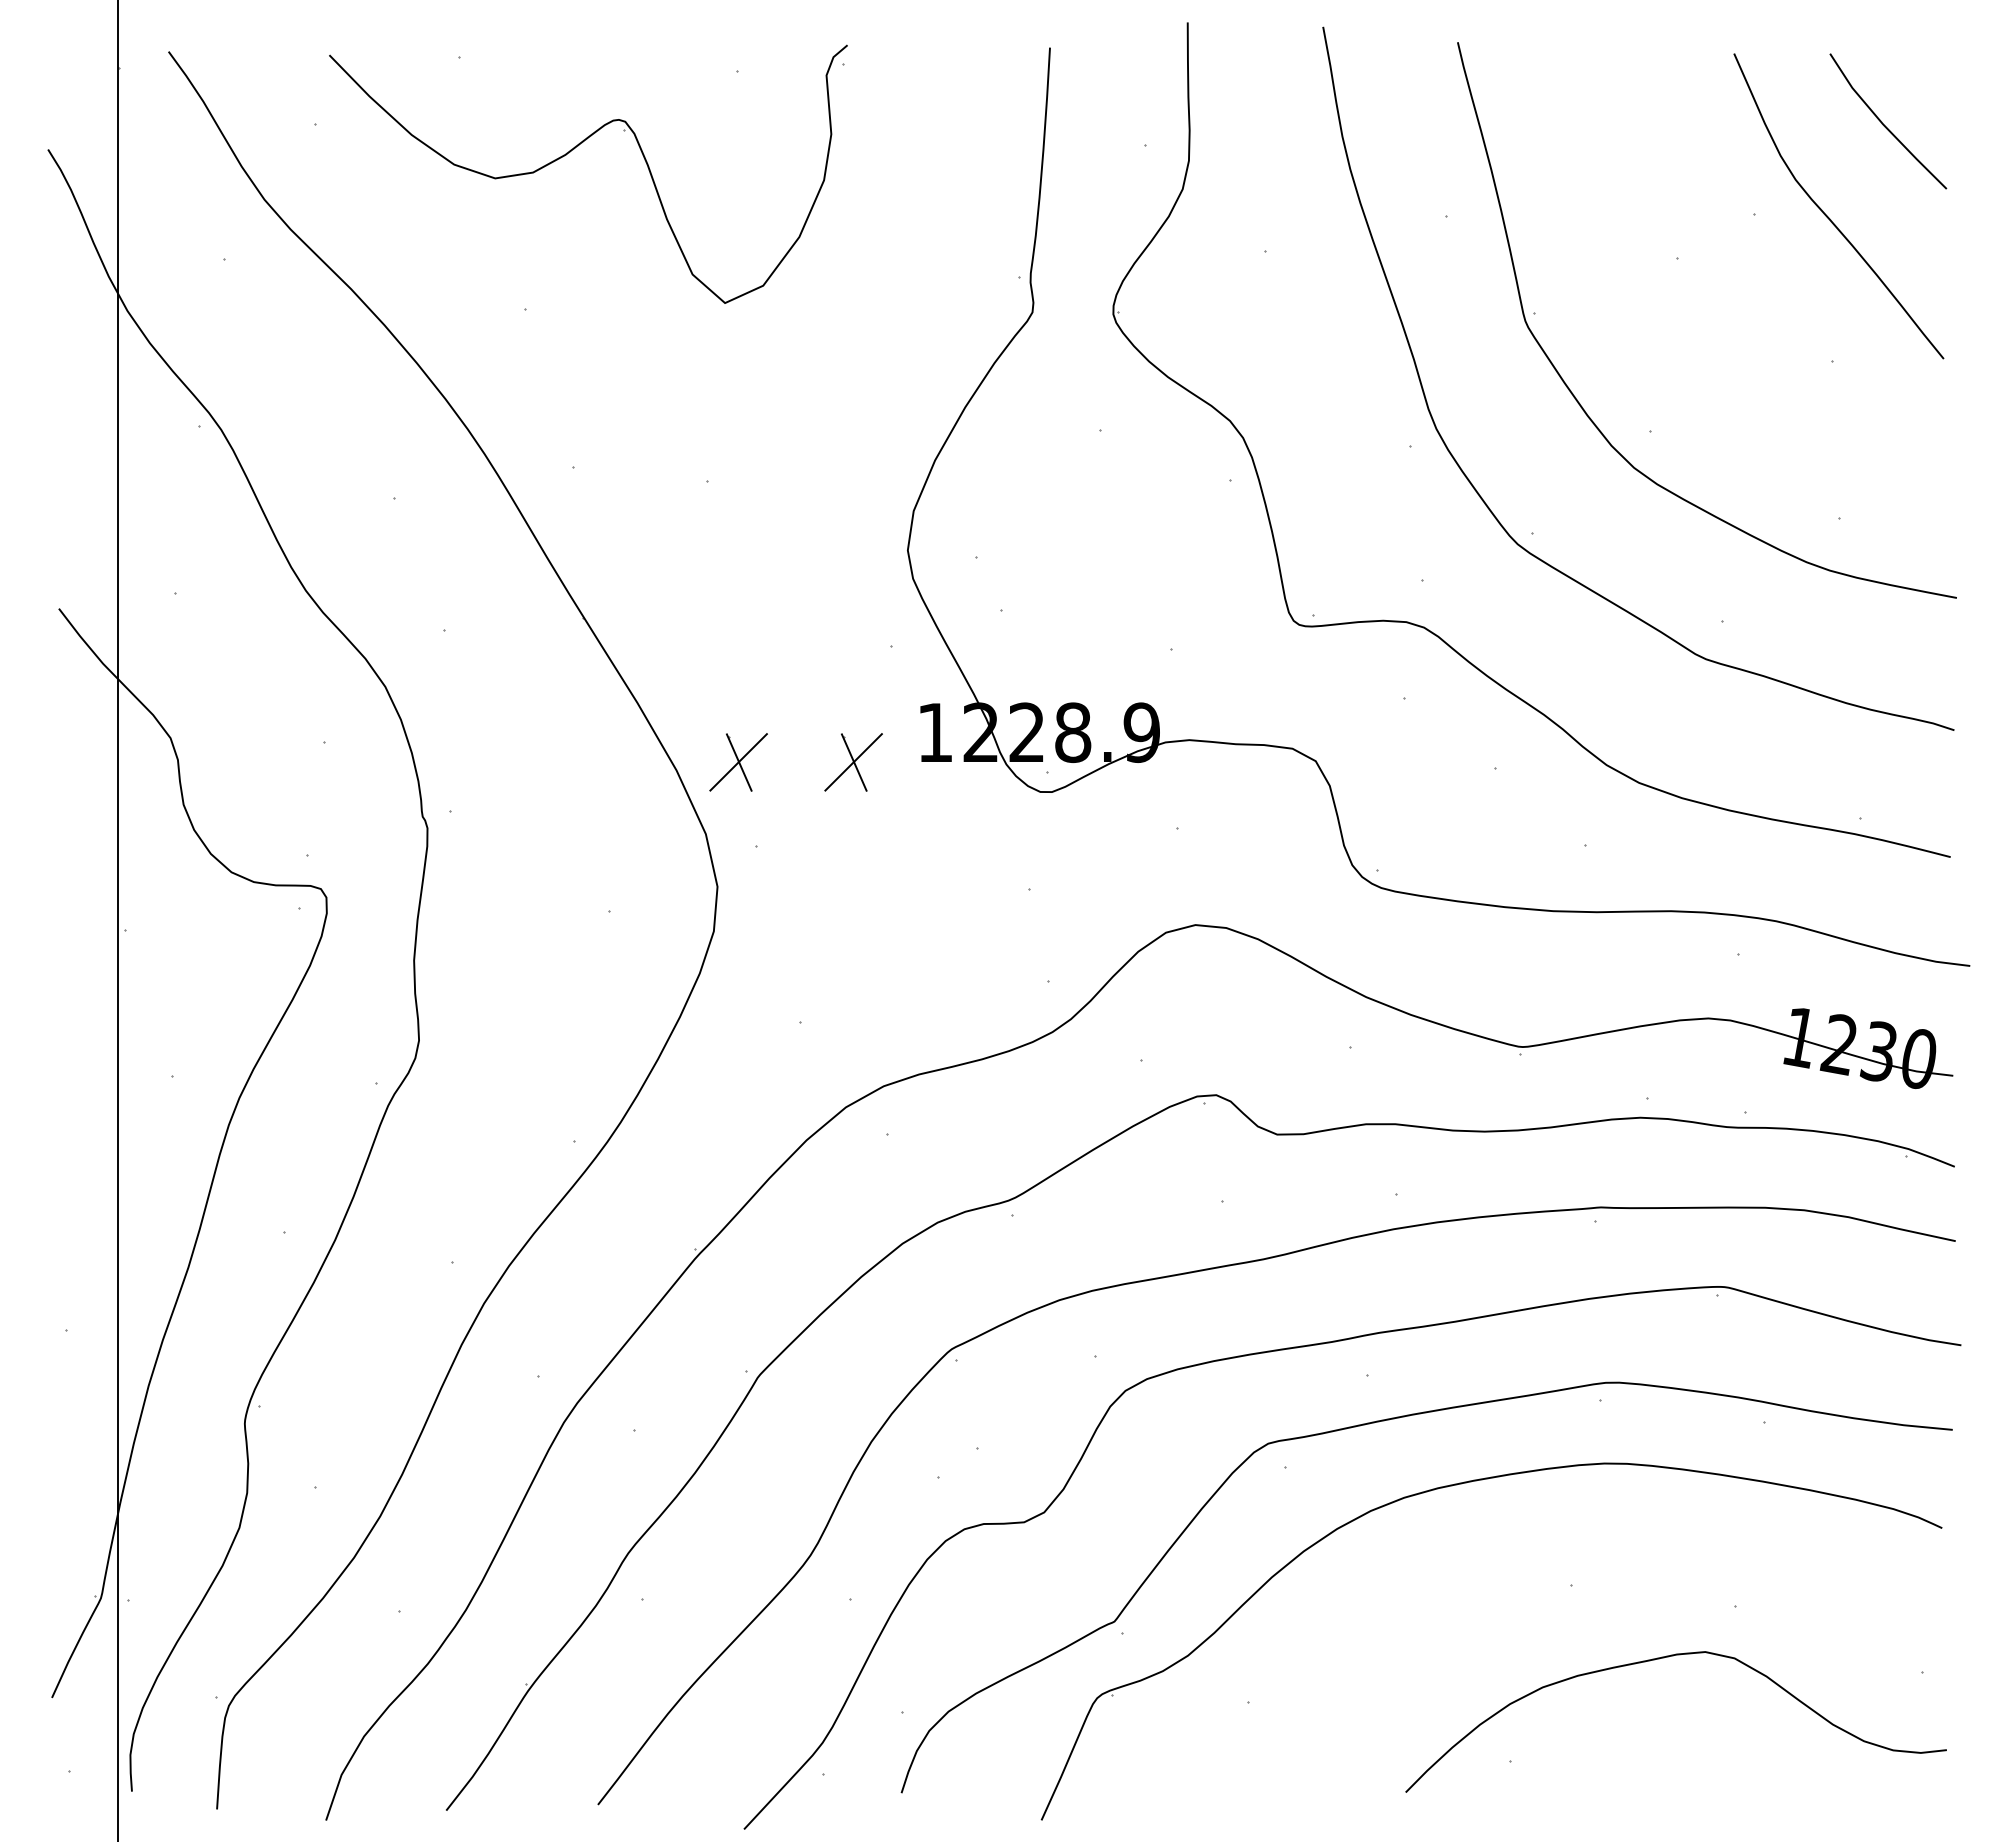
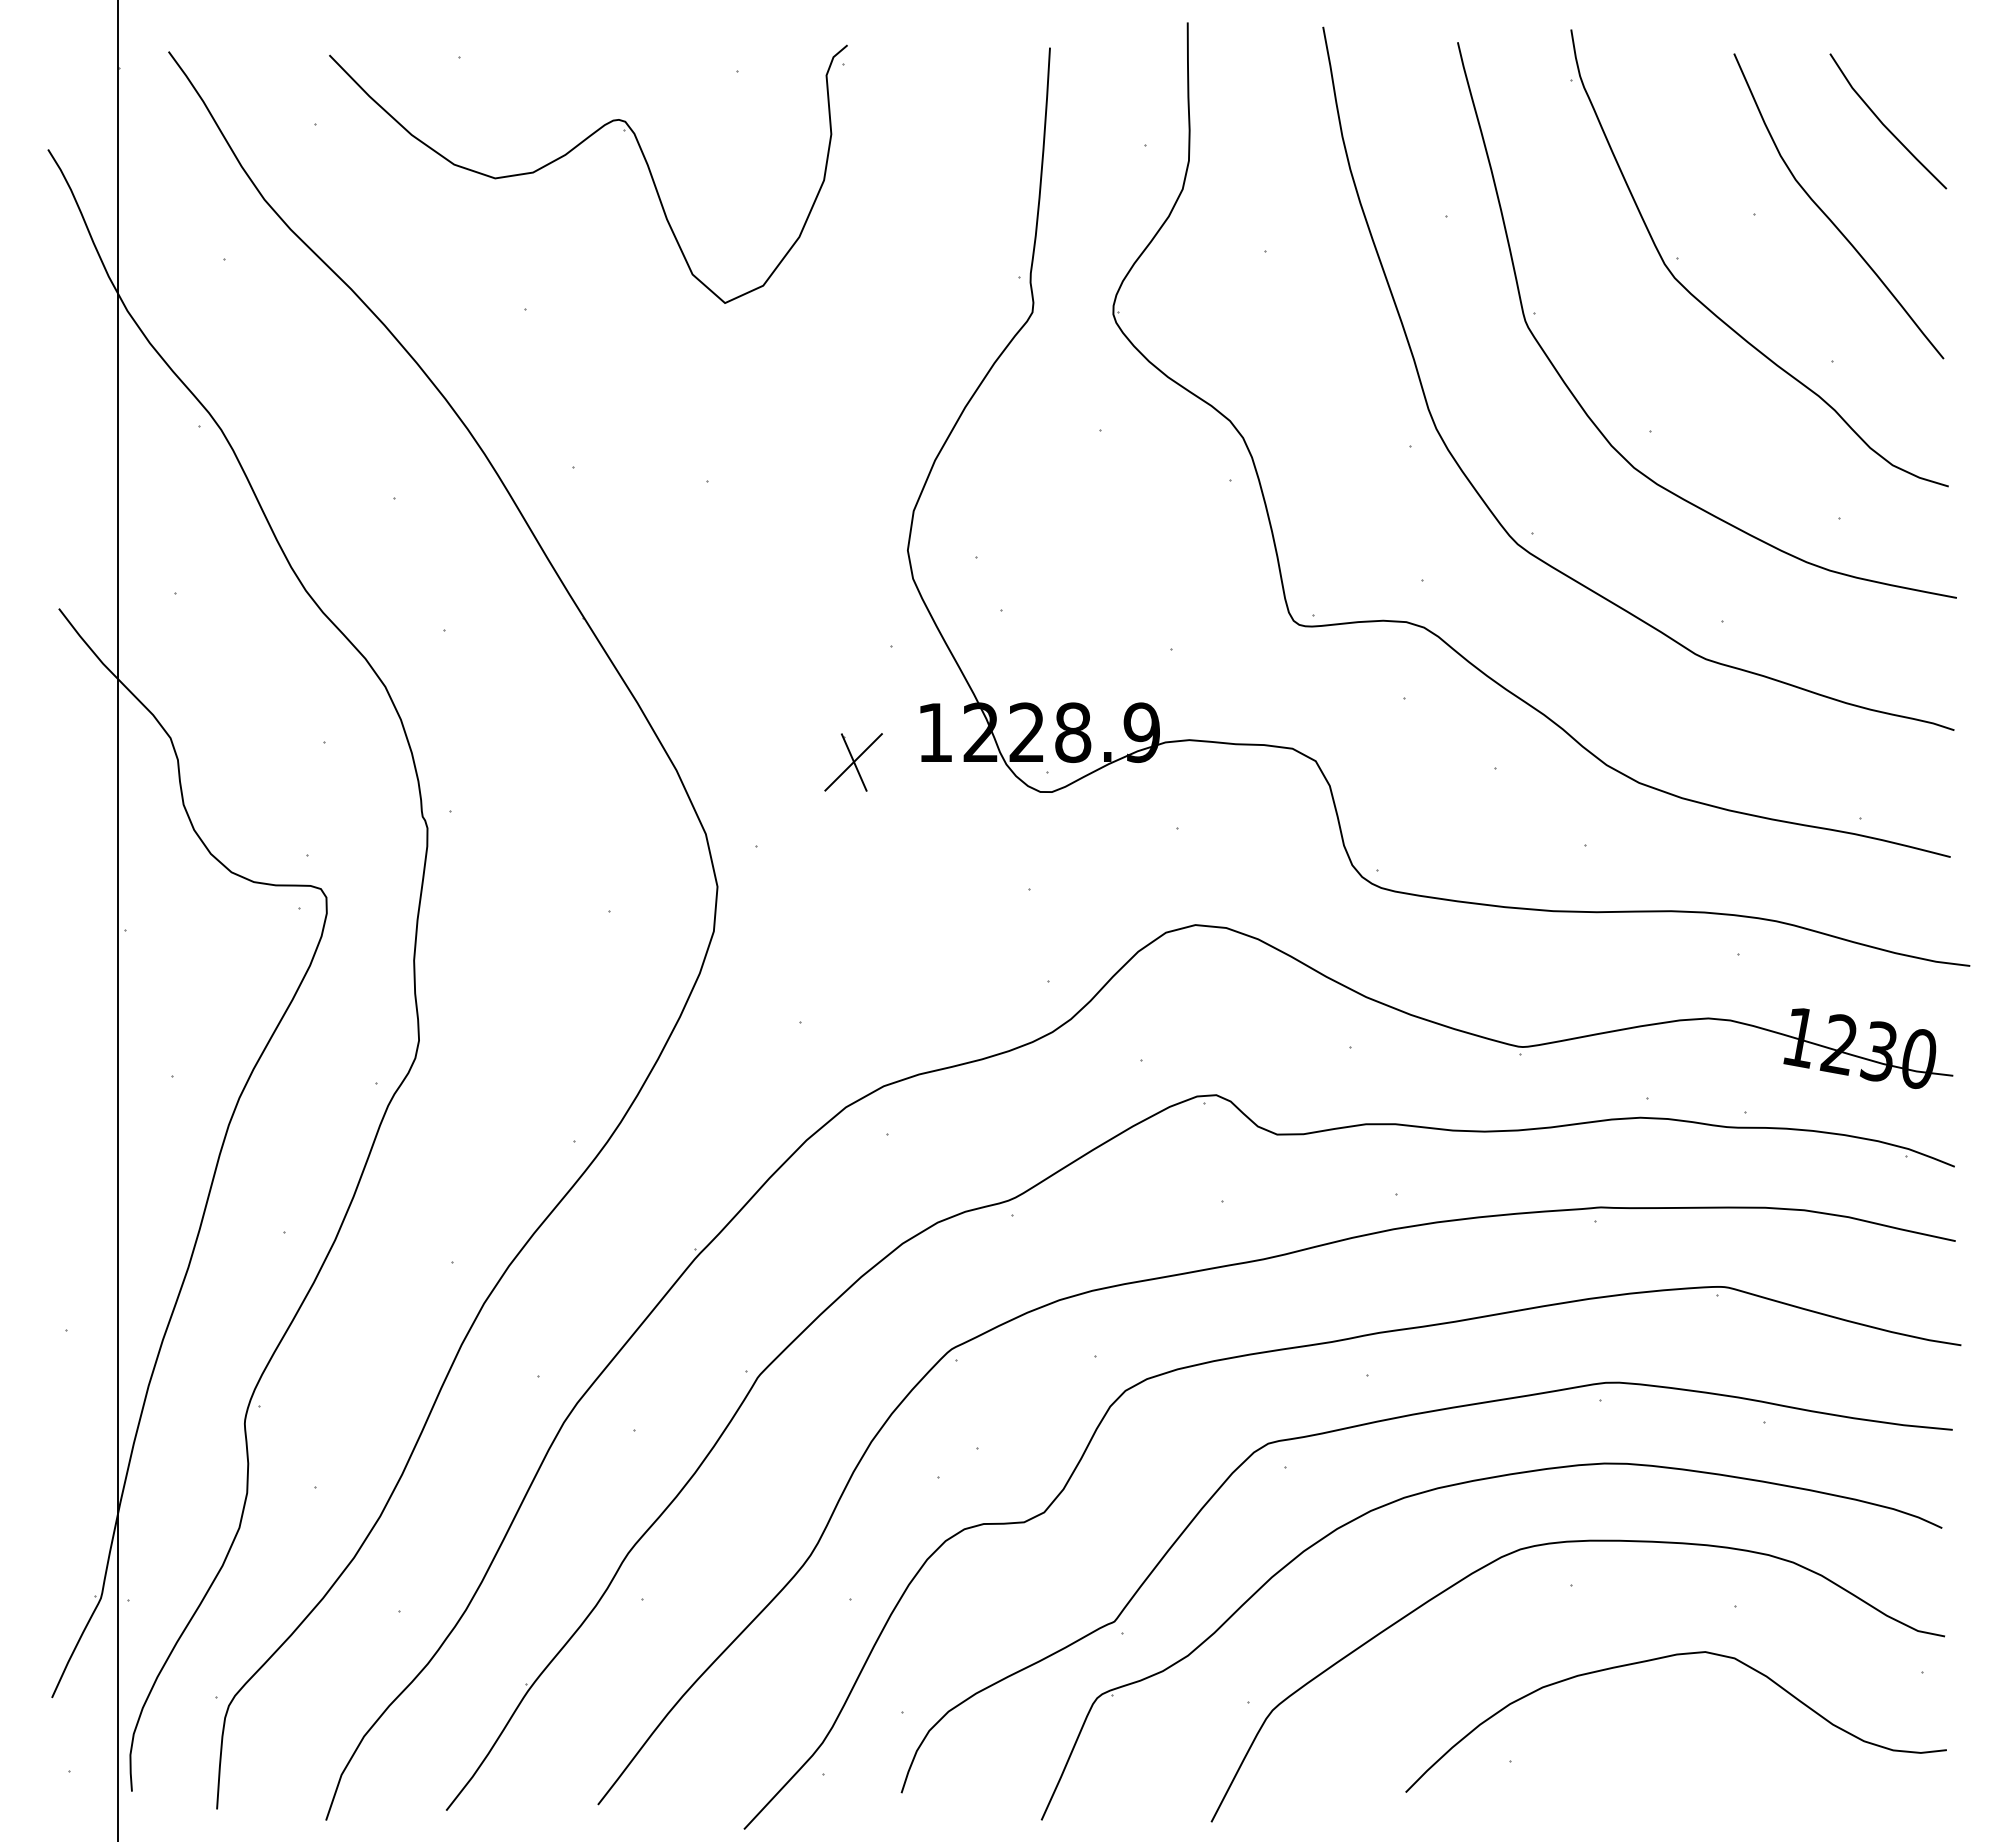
part at (1716, 314): none -> present
part at (738, 762): present -> none
curve at (1562, 1543): none -> present
